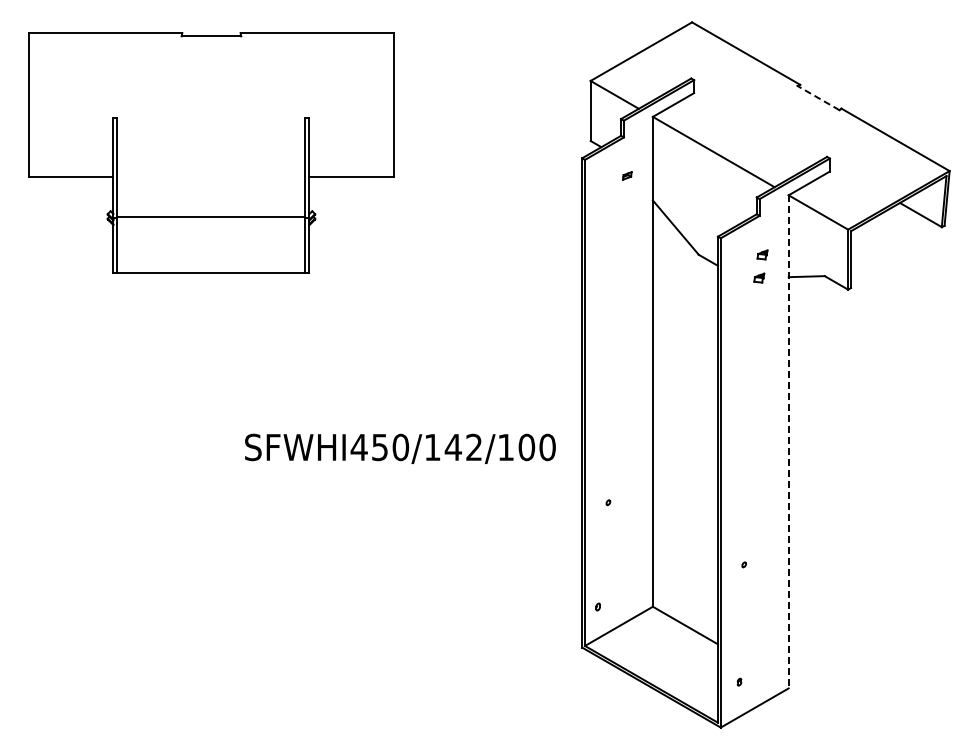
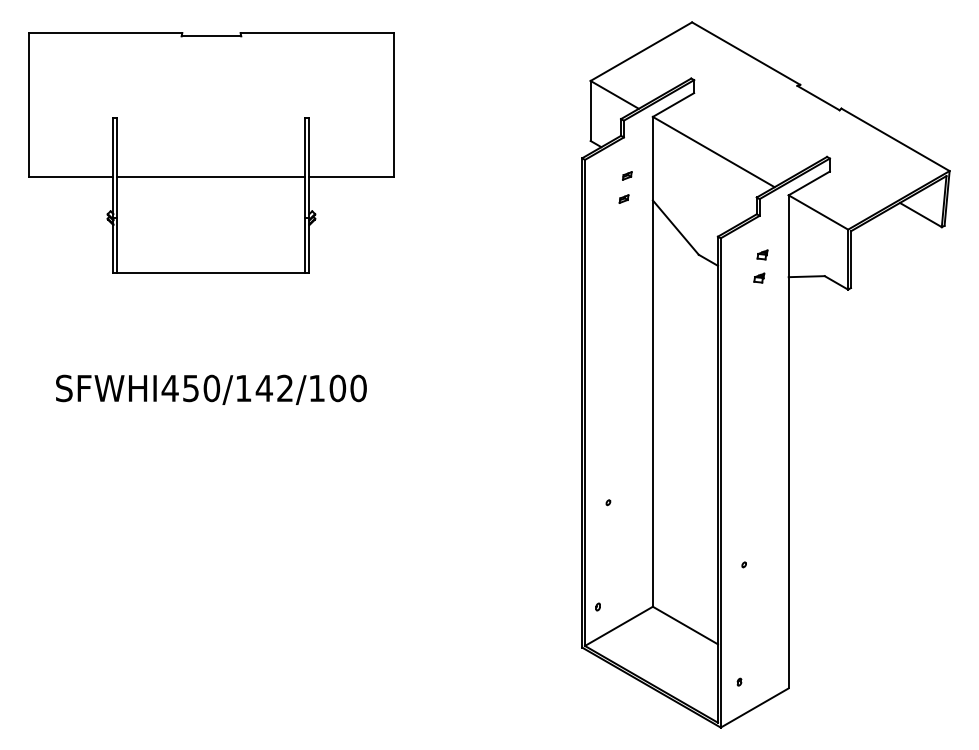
line at (818, 97): dashed -> solid
part at (623, 198): none -> present
line at (211, 216) position: (211, 216) -> (211, 176)
line at (788, 441): dashed -> solid
text at (400, 448) position: (400, 448) -> (211, 389)
